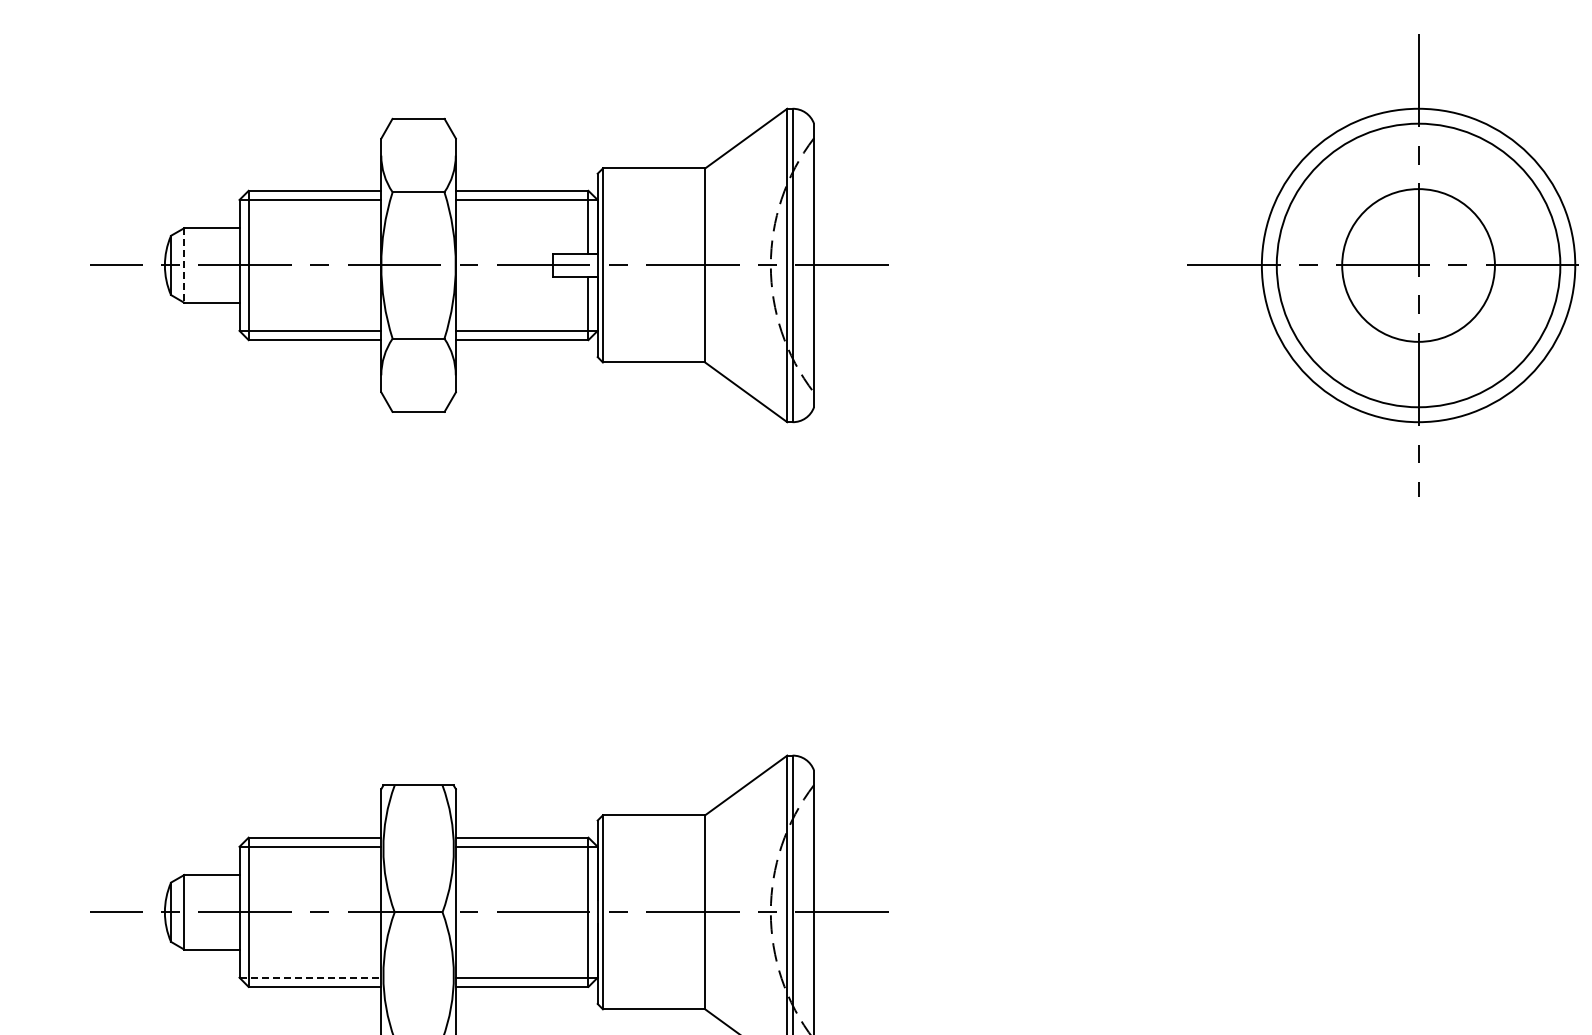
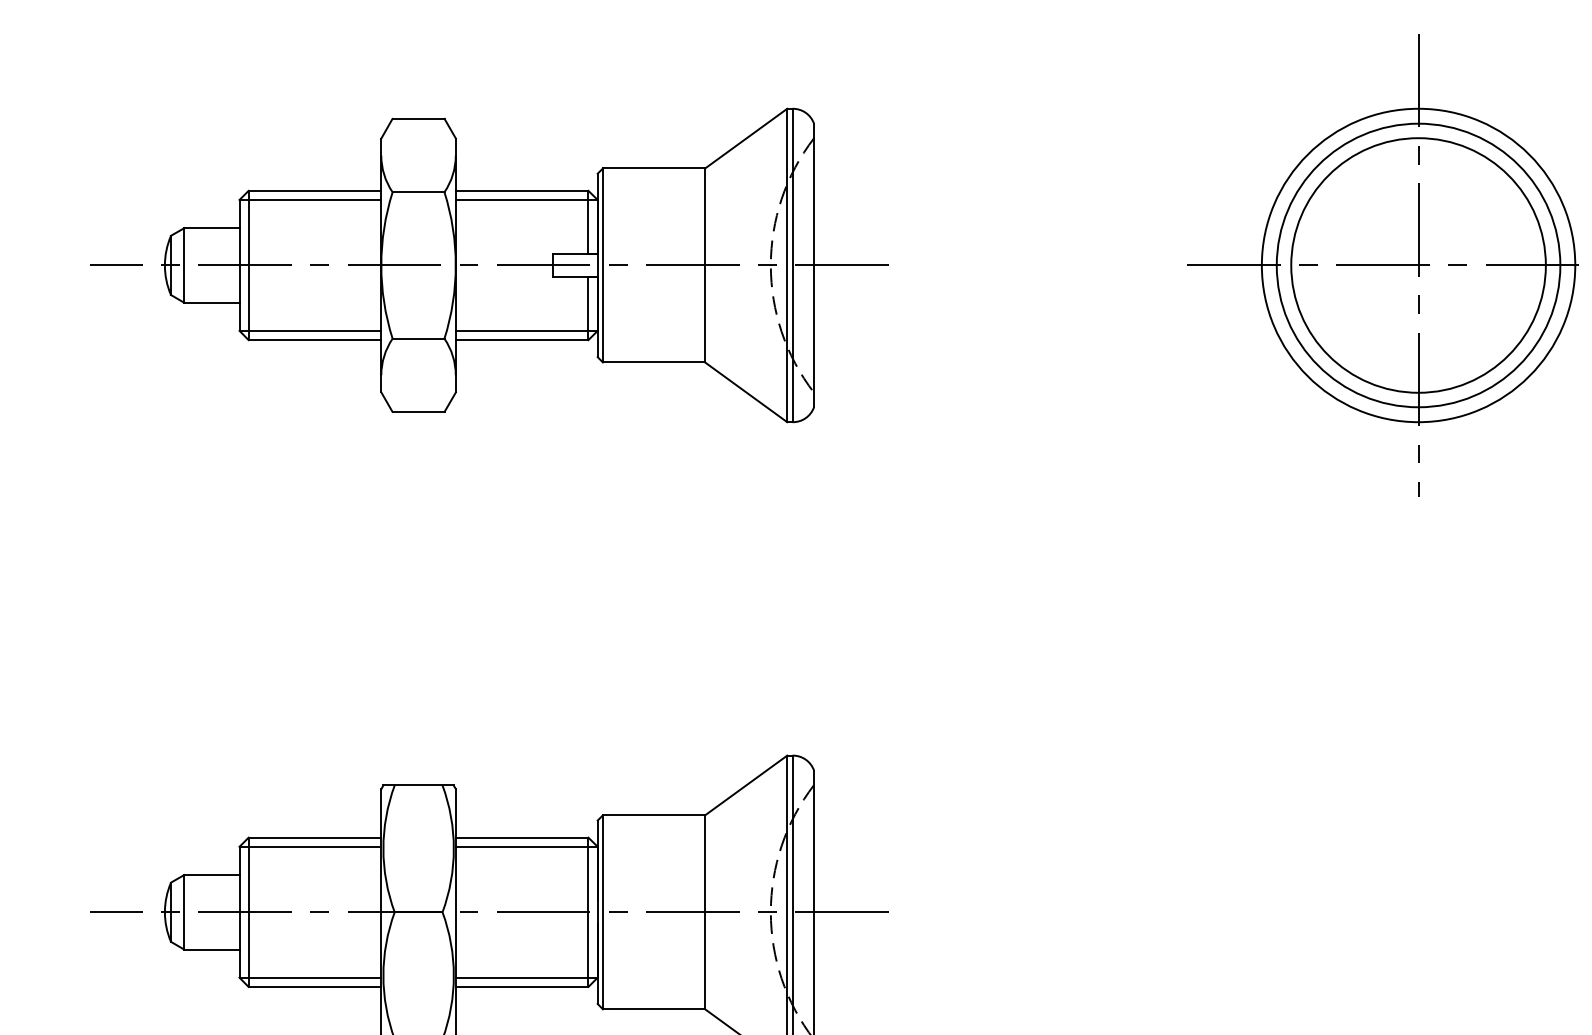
line at (184, 265): dashed -> solid
circle at (1418, 265) diameter: 153 px -> 255 px
line at (310, 977): dashed -> solid
